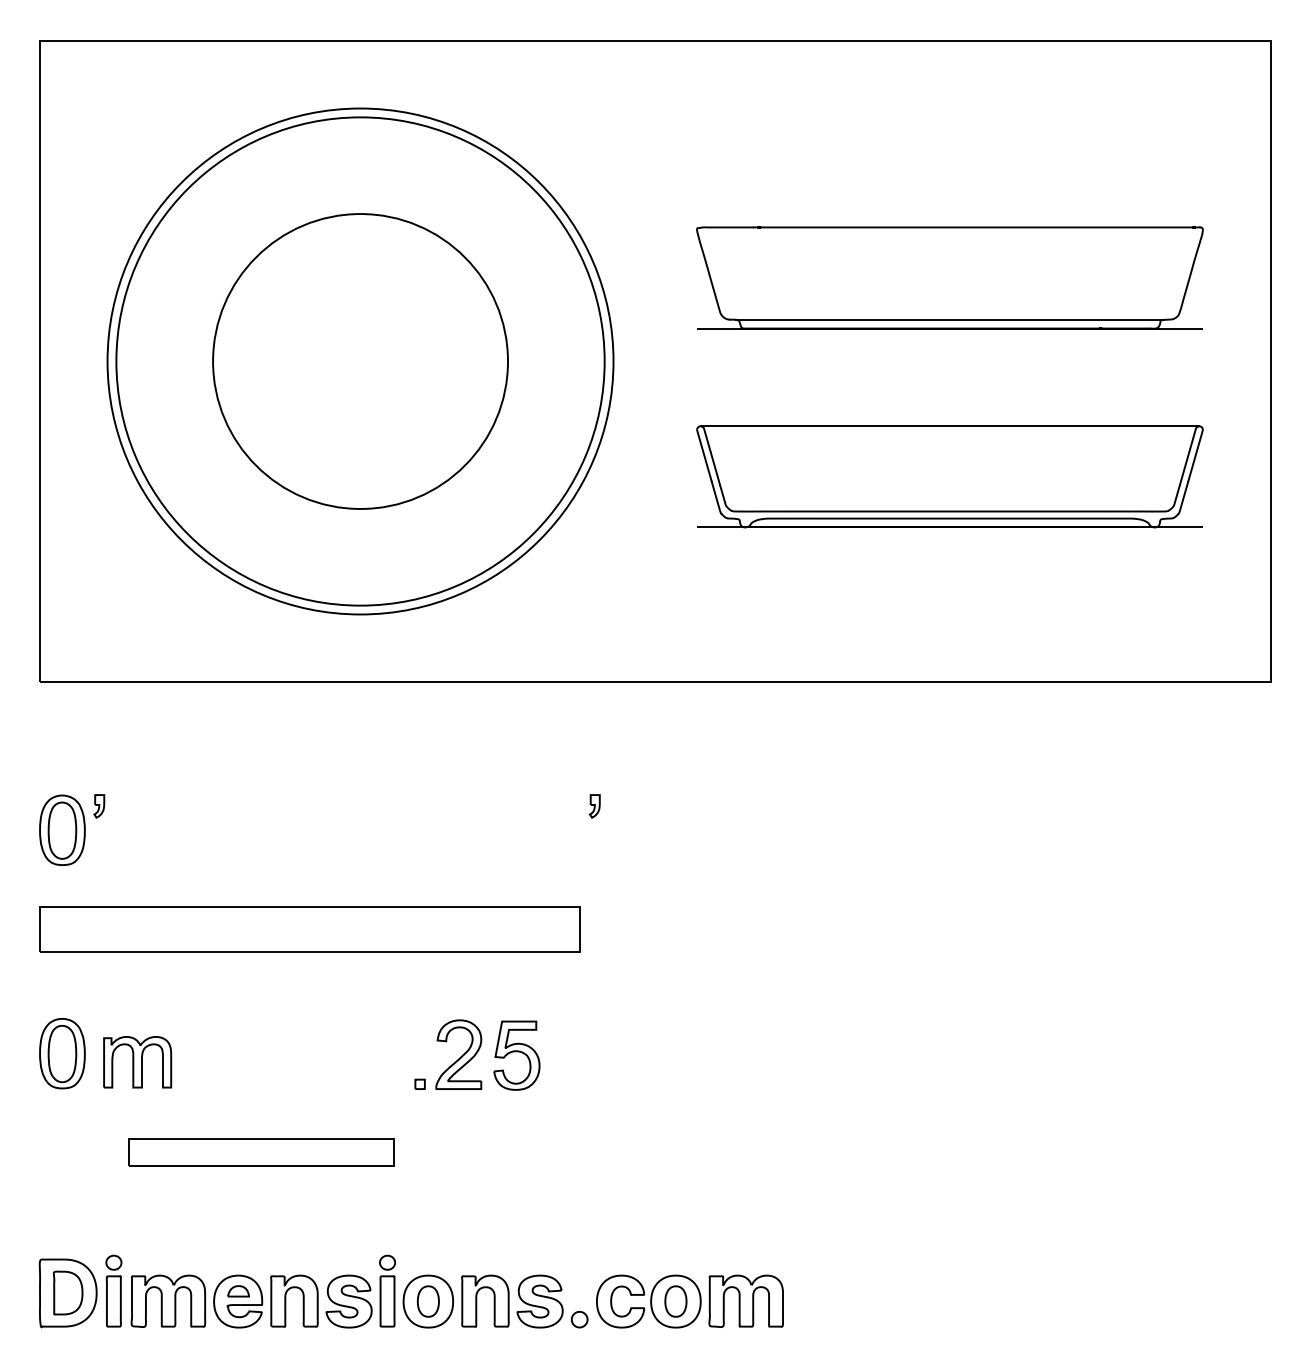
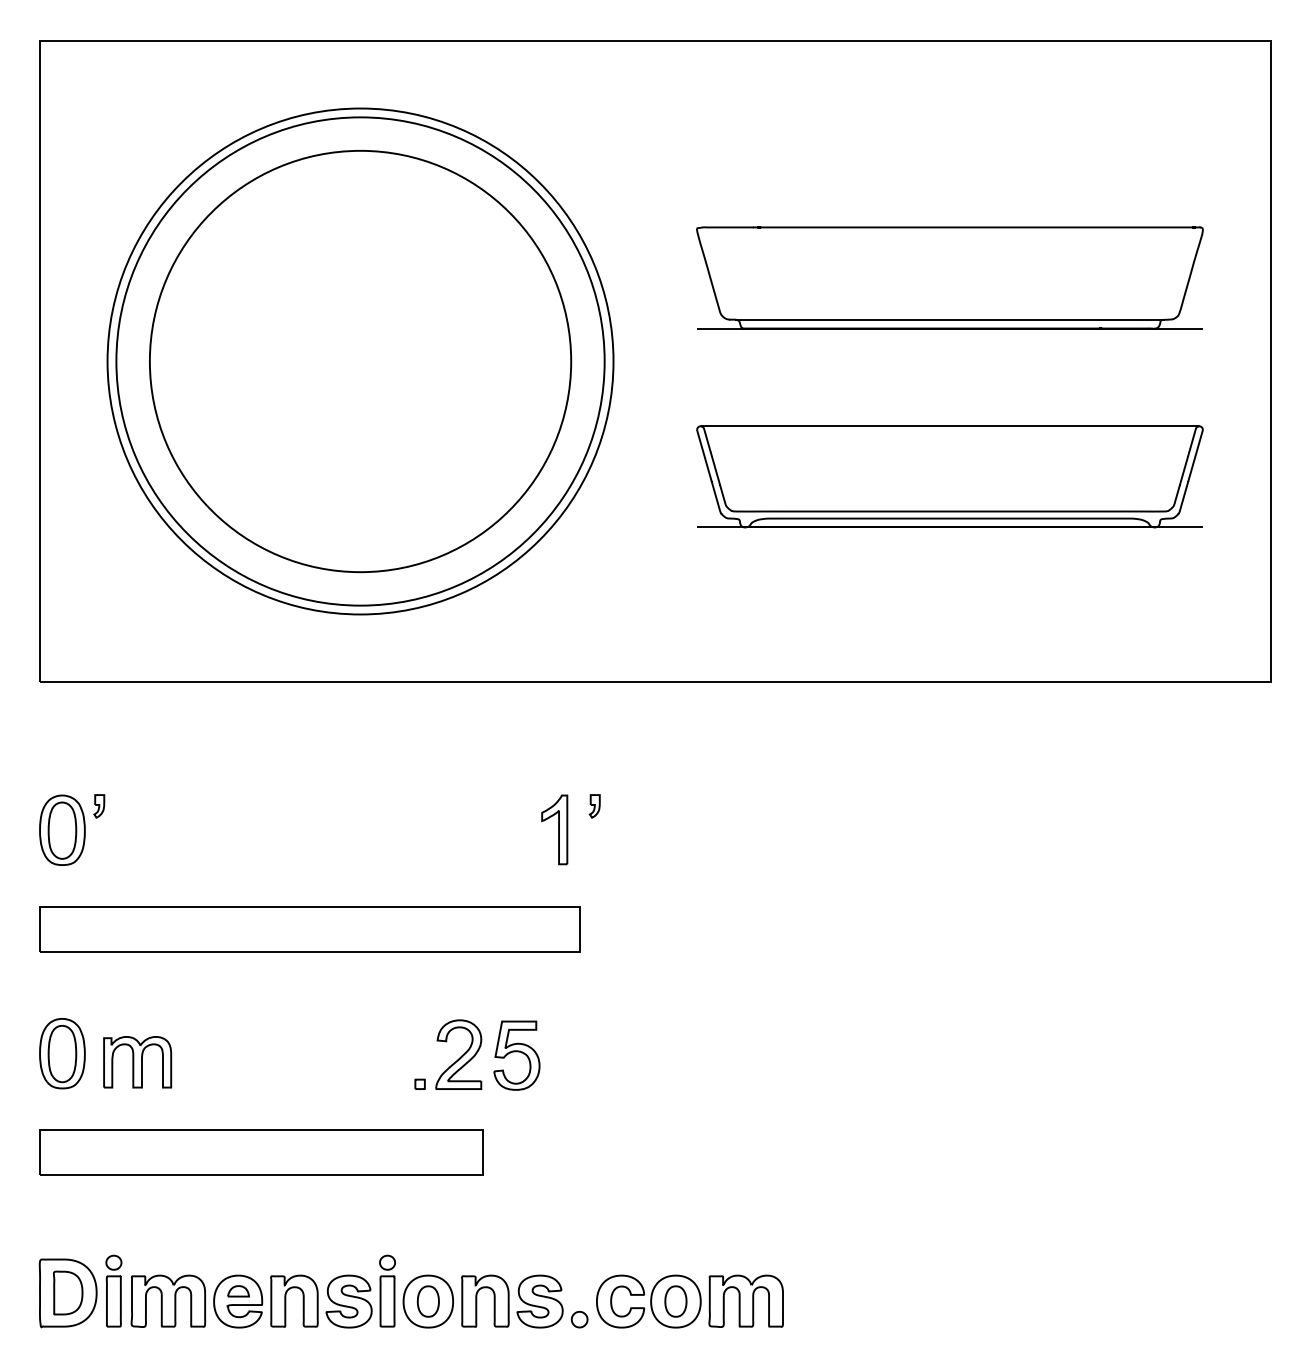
circle at (360, 361) diameter: 295 px -> 421 px
part at (554, 829): none -> present
part at (261, 1152) size: 267x29 px -> 445x47 px
